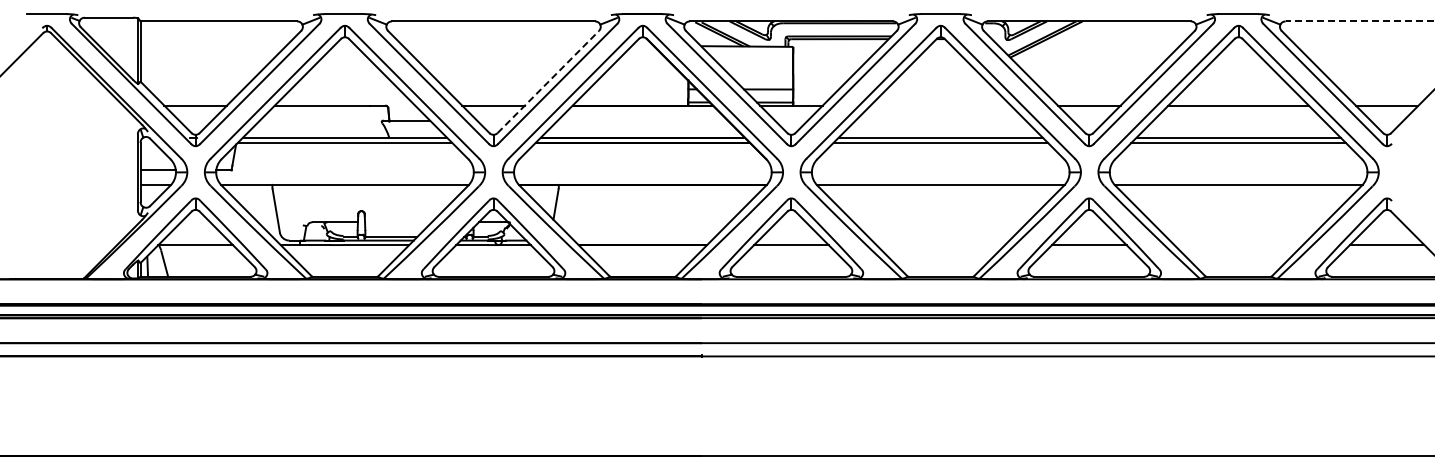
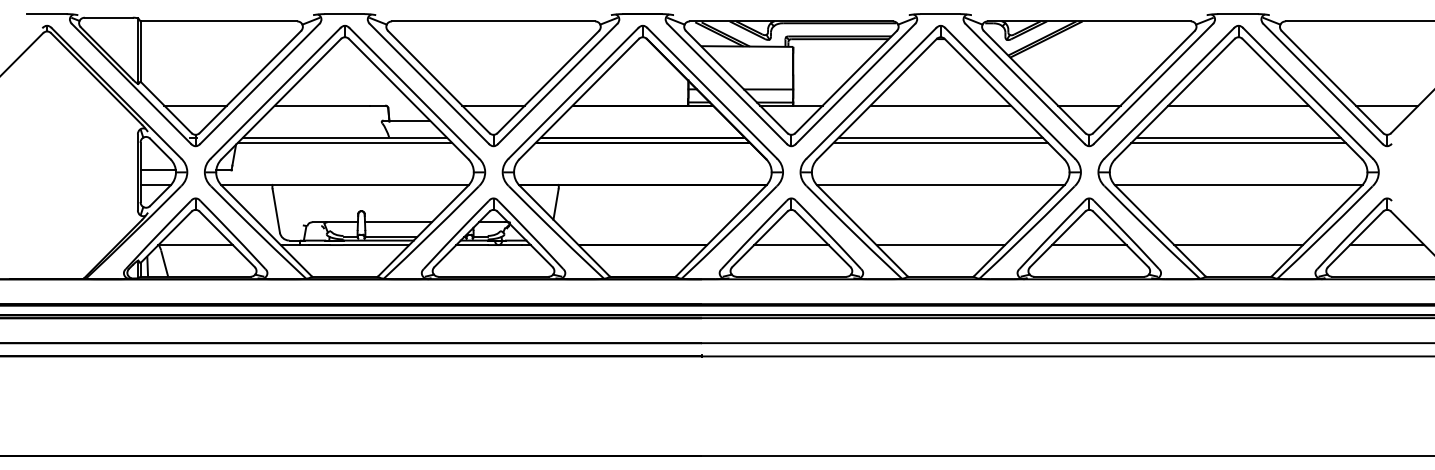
line at (1359, 21): dashed -> solid
line at (548, 82): dashed -> solid
line at (940, 105): none -> present
line at (398, 222): none -> present
line at (940, 245): none -> present
line at (1238, 245): none -> present
